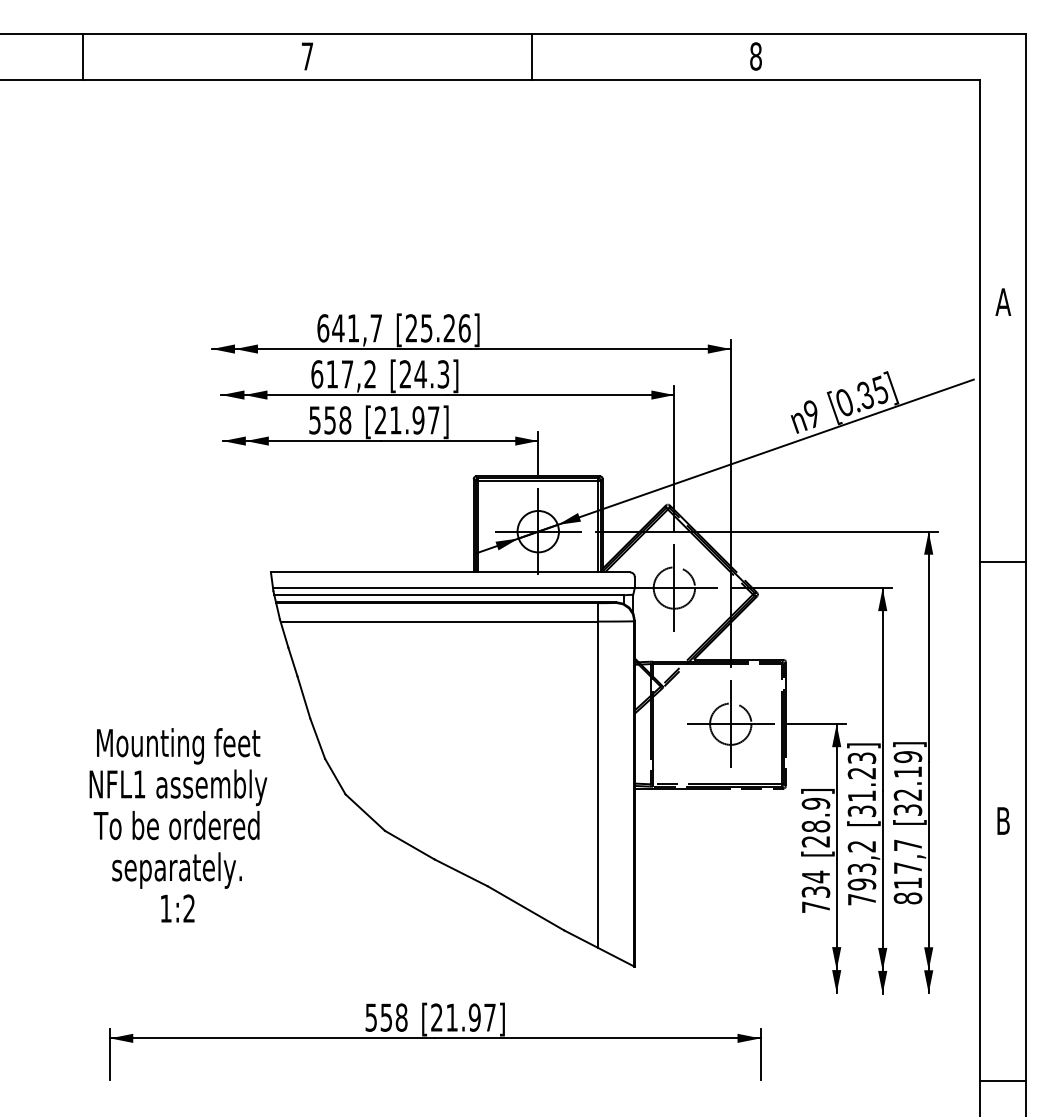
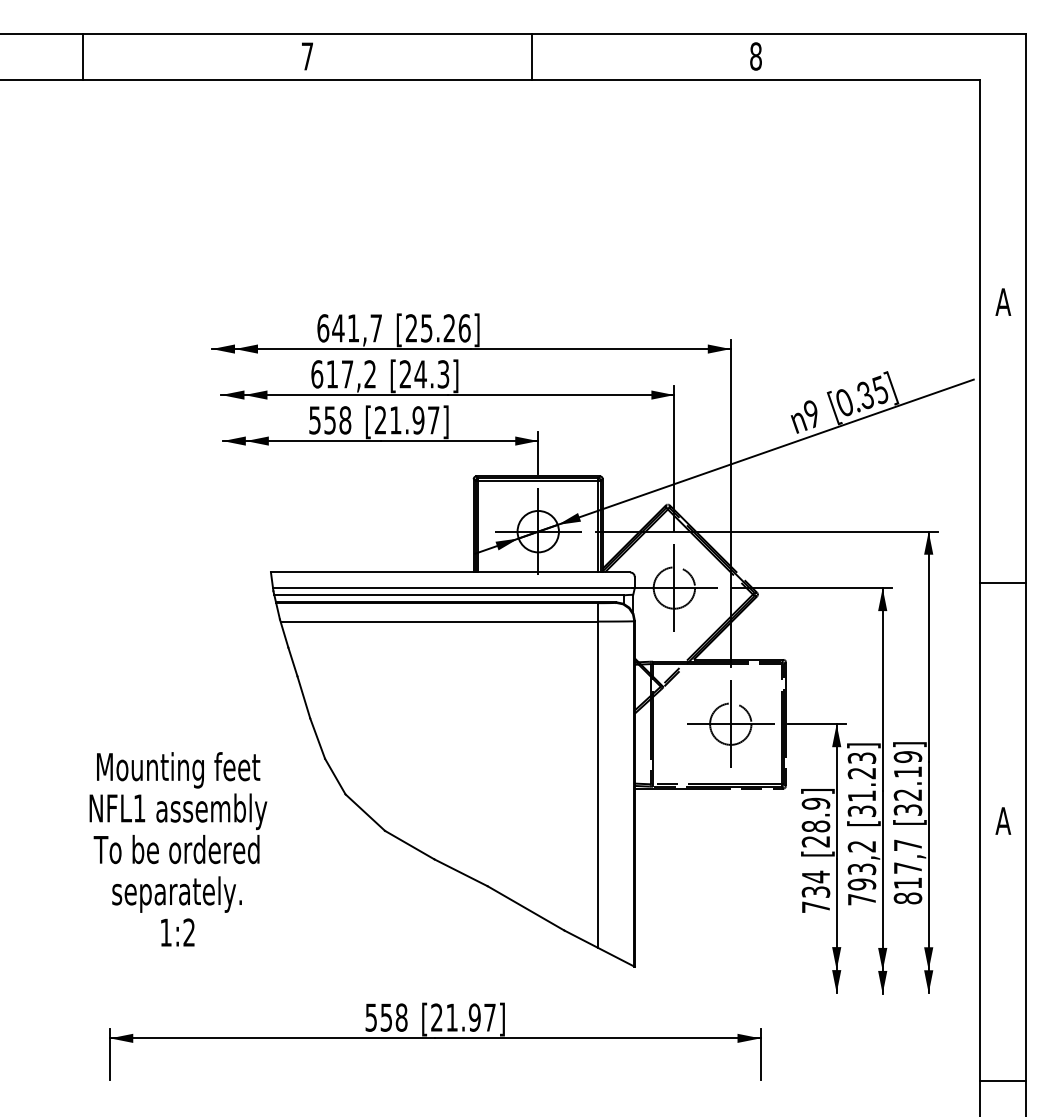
line at (1003, 561) position: (1003, 561) -> (1003, 582)
text at (1003, 820): B -> A
text at (178, 825) position: (178, 825) -> (178, 849)
